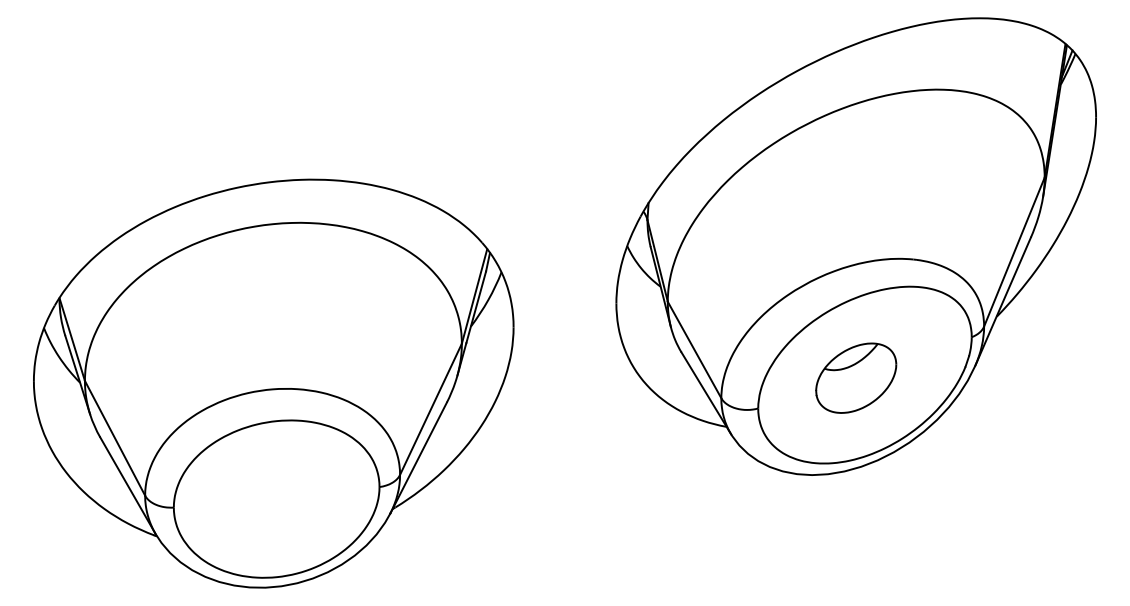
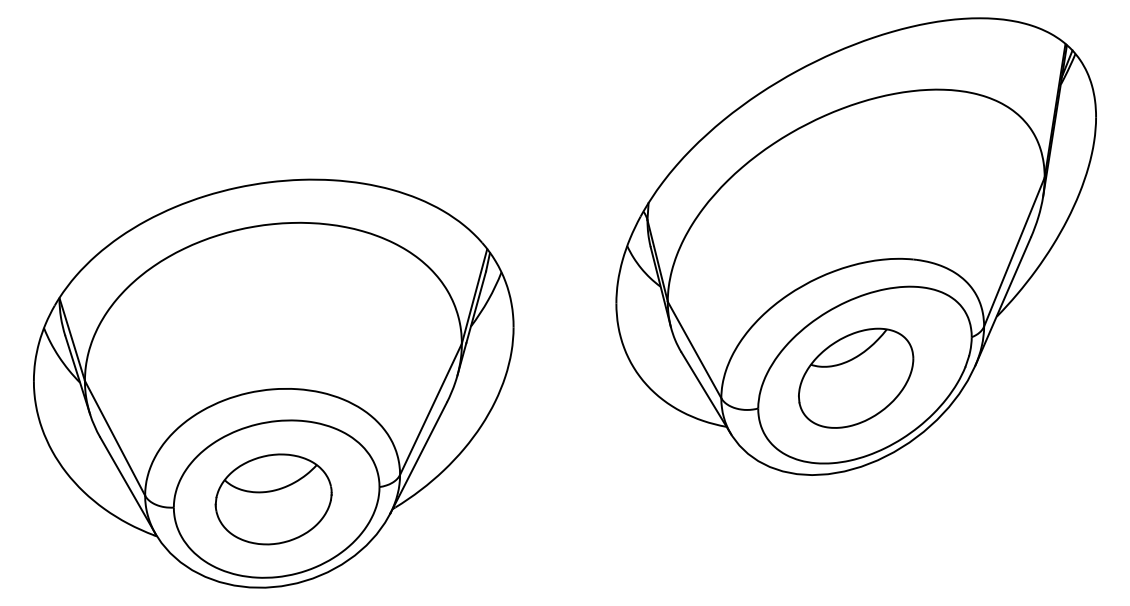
part at (856, 377) size: 83x72 px -> 117x102 px
part at (273, 499): none -> present
